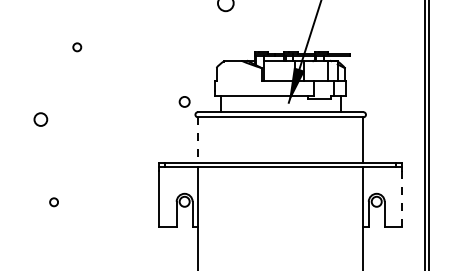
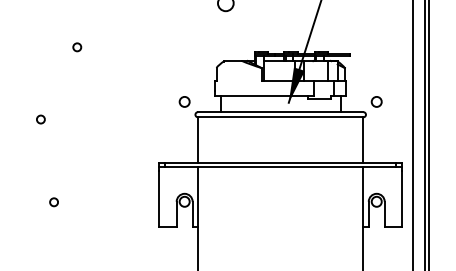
circle at (376, 101): none -> present
circle at (40, 119) size: 16x15 px -> 10x11 px
line at (412, 134): none -> present
line at (198, 140): dashed -> solid
line at (402, 199): dashed -> solid
